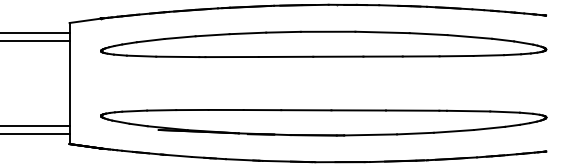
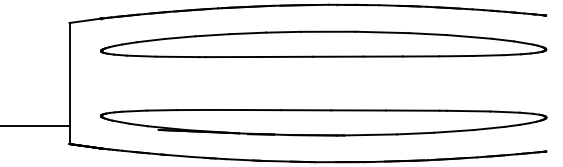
line at (35, 32): present -> none
line at (35, 40): present -> none
line at (35, 134): present -> none
